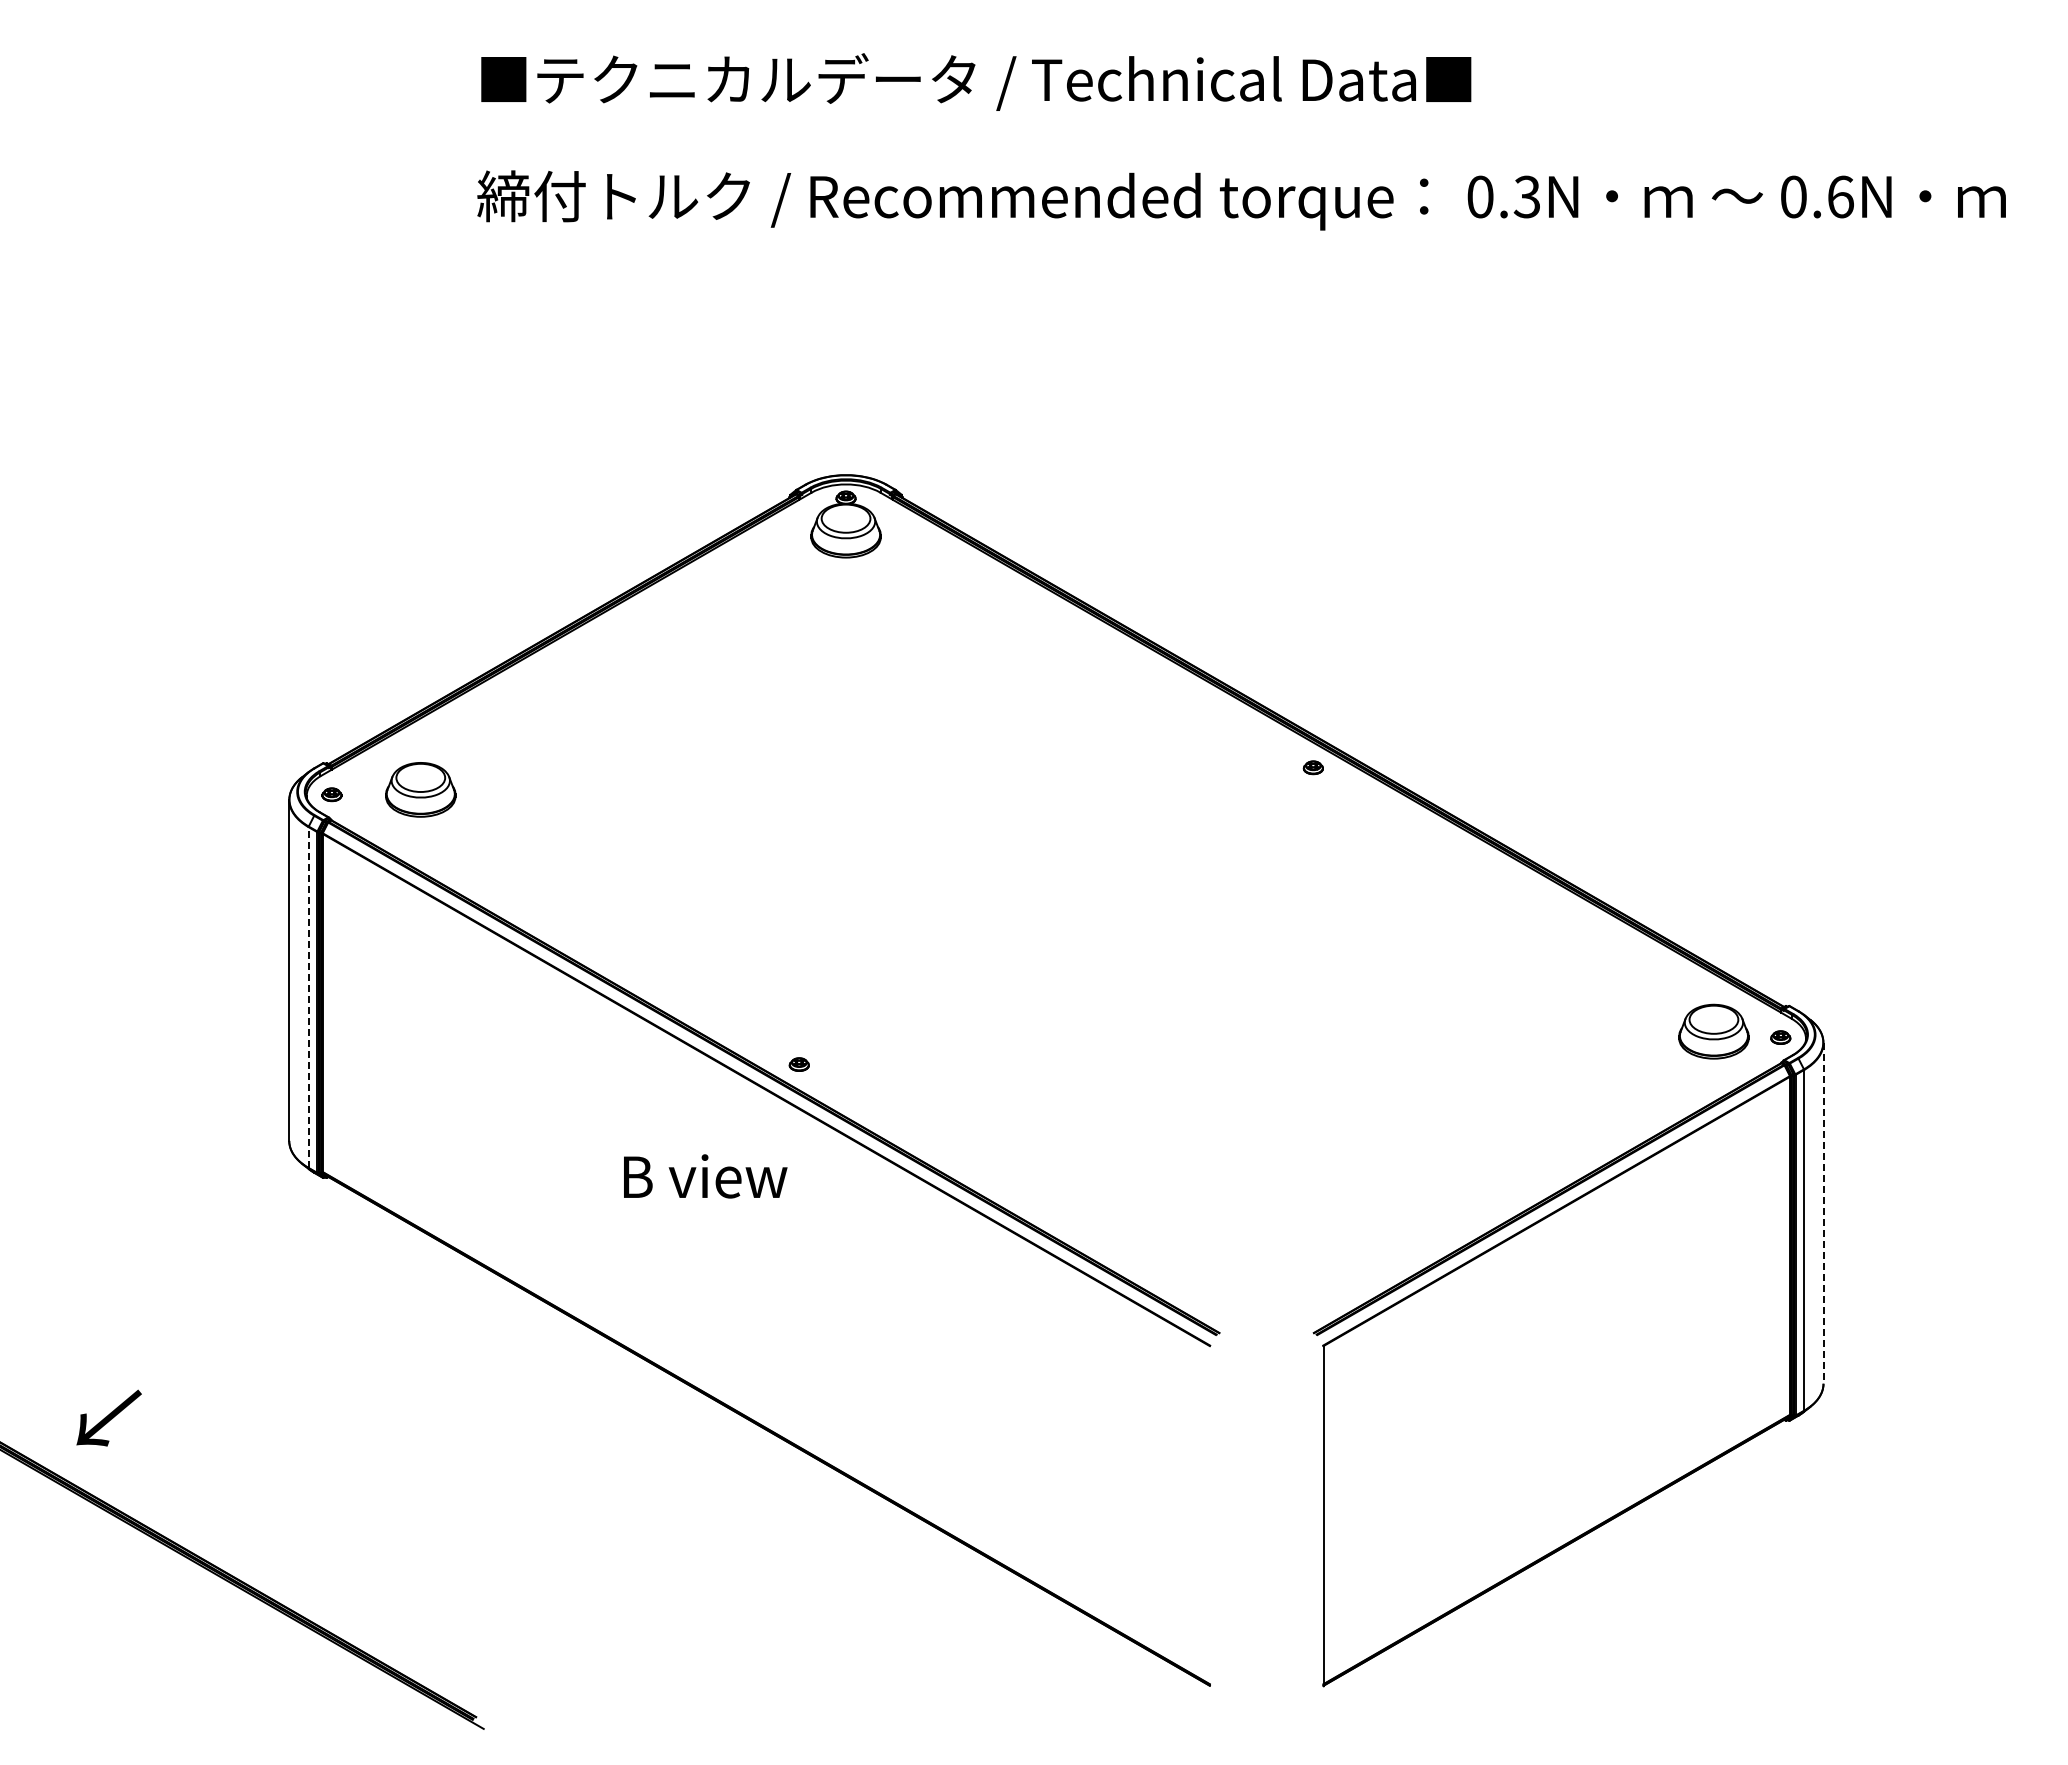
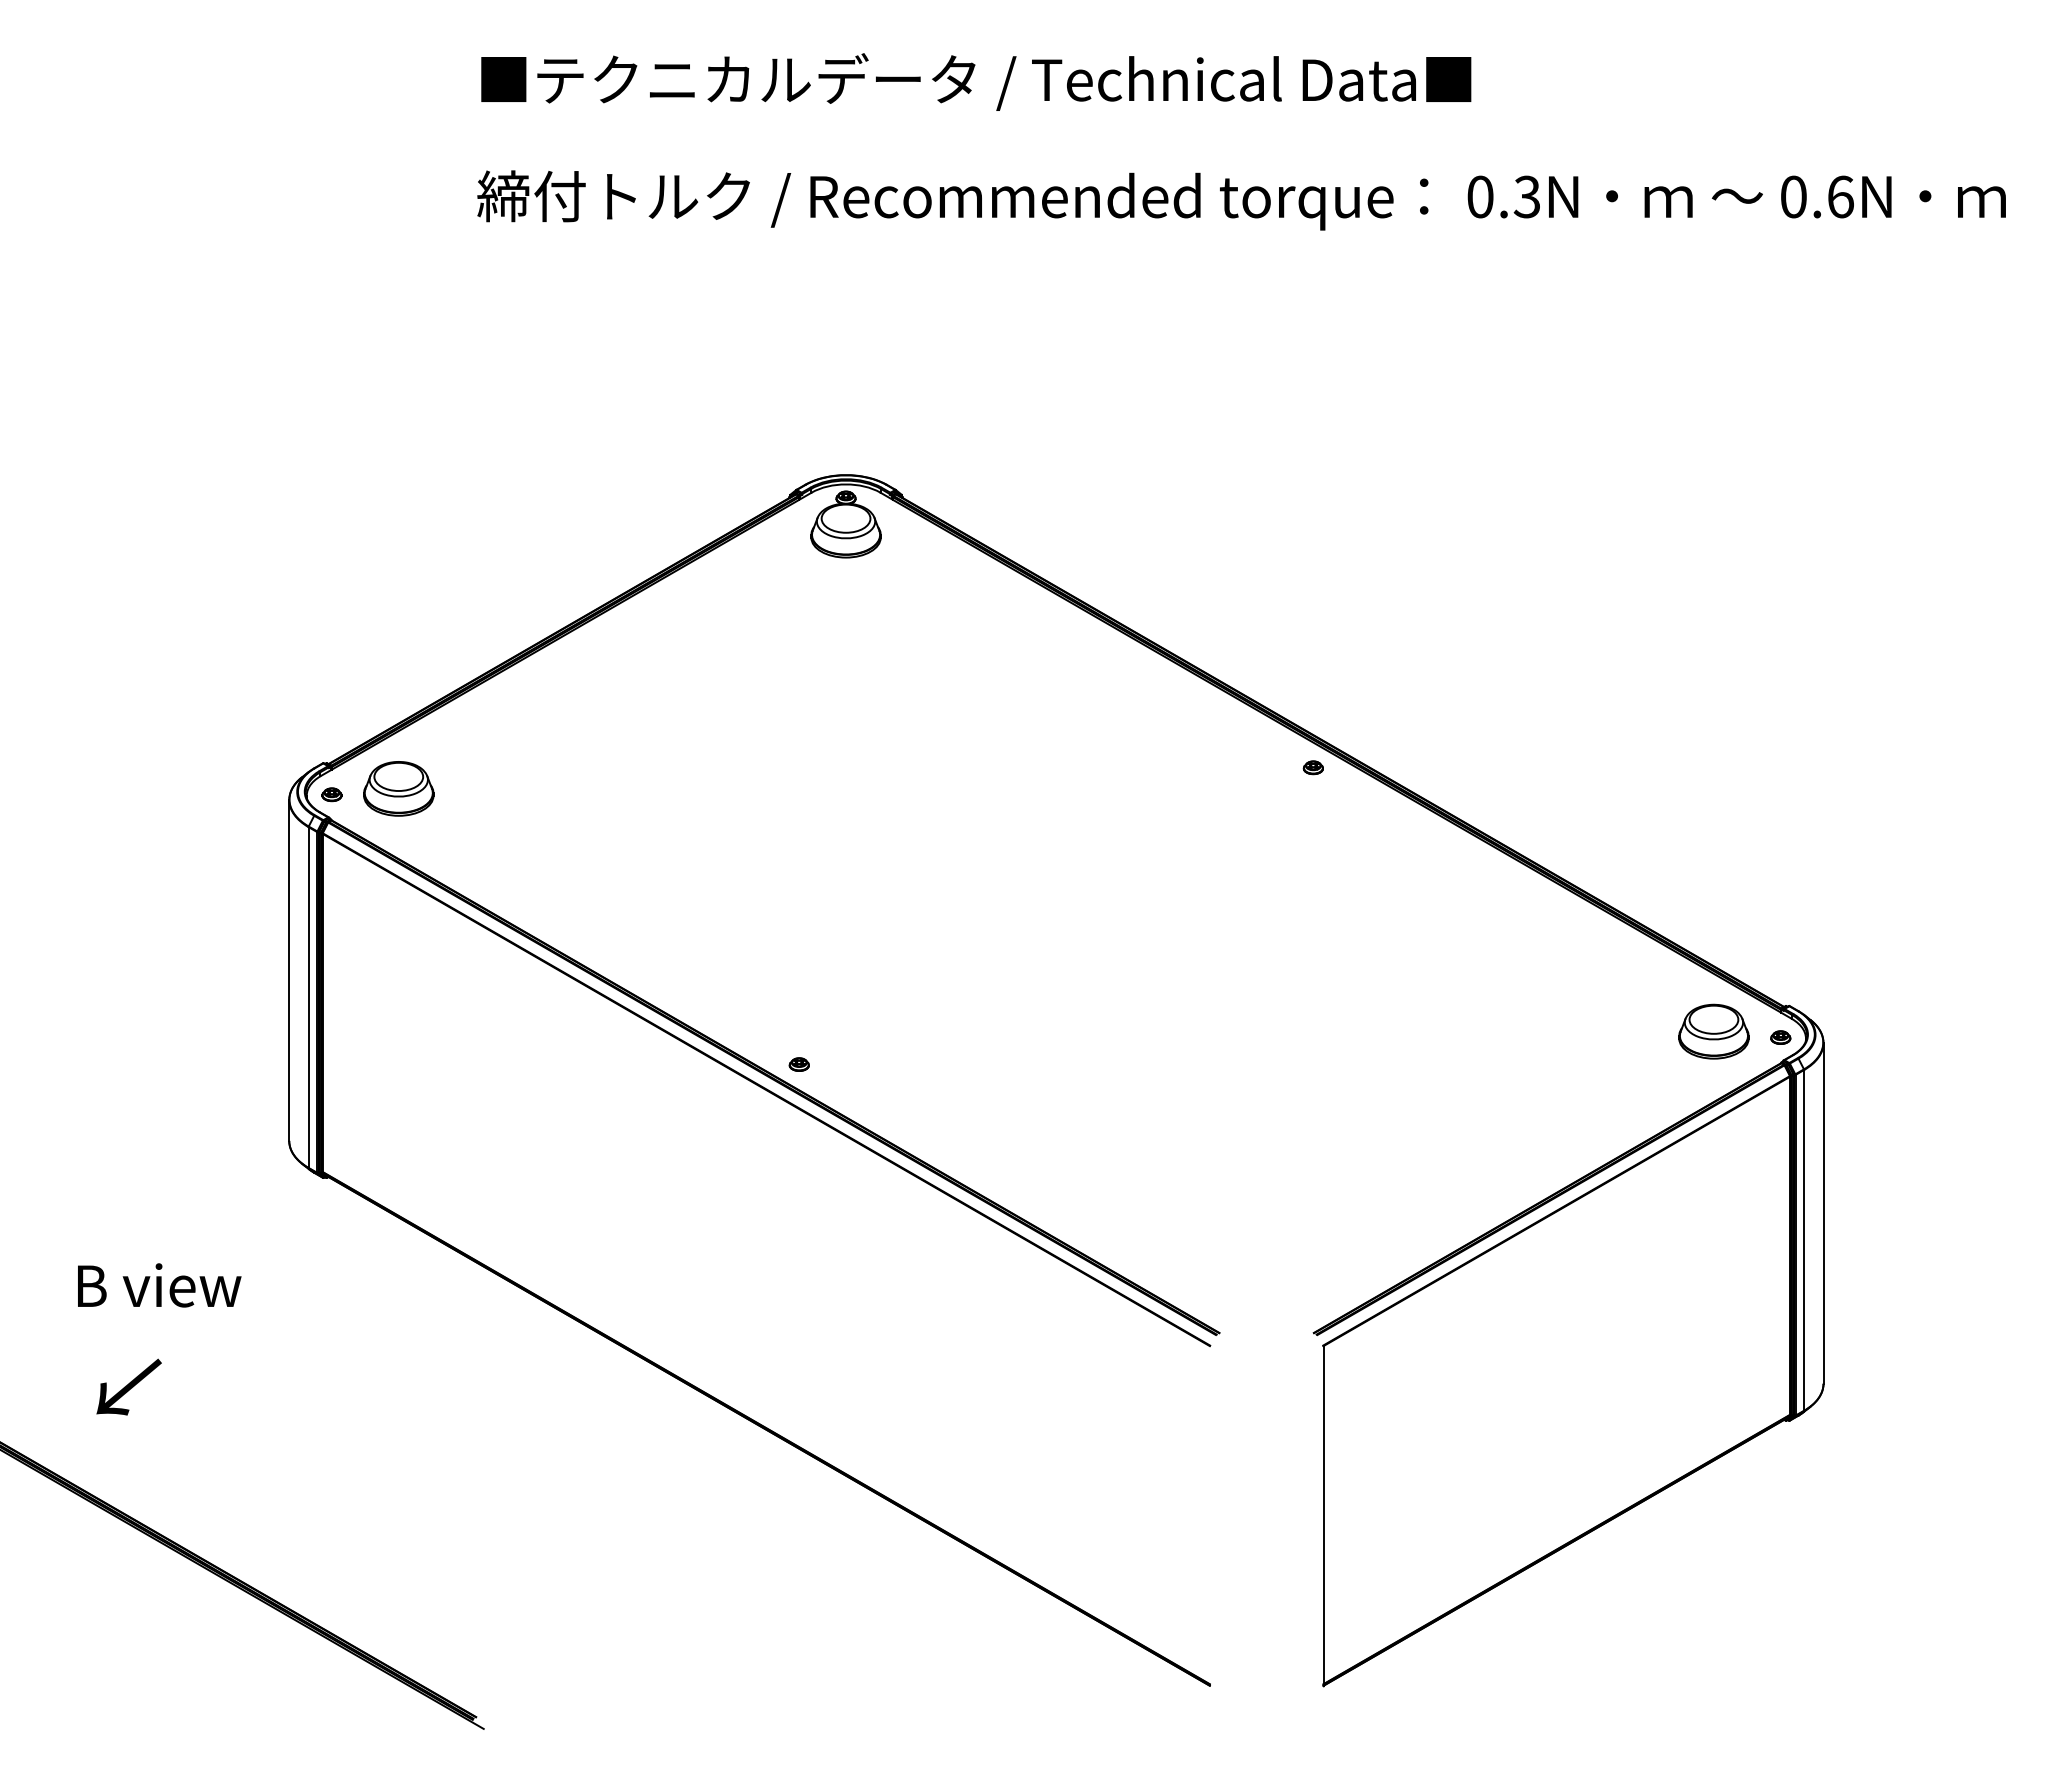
part at (420, 789) position: (420, 789) -> (398, 788)
line at (308, 997): dashed -> solid
text at (705, 1176) position: (705, 1176) -> (159, 1285)
line at (1823, 1213): dashed -> solid
text at (108, 1417) position: (108, 1417) -> (128, 1386)
